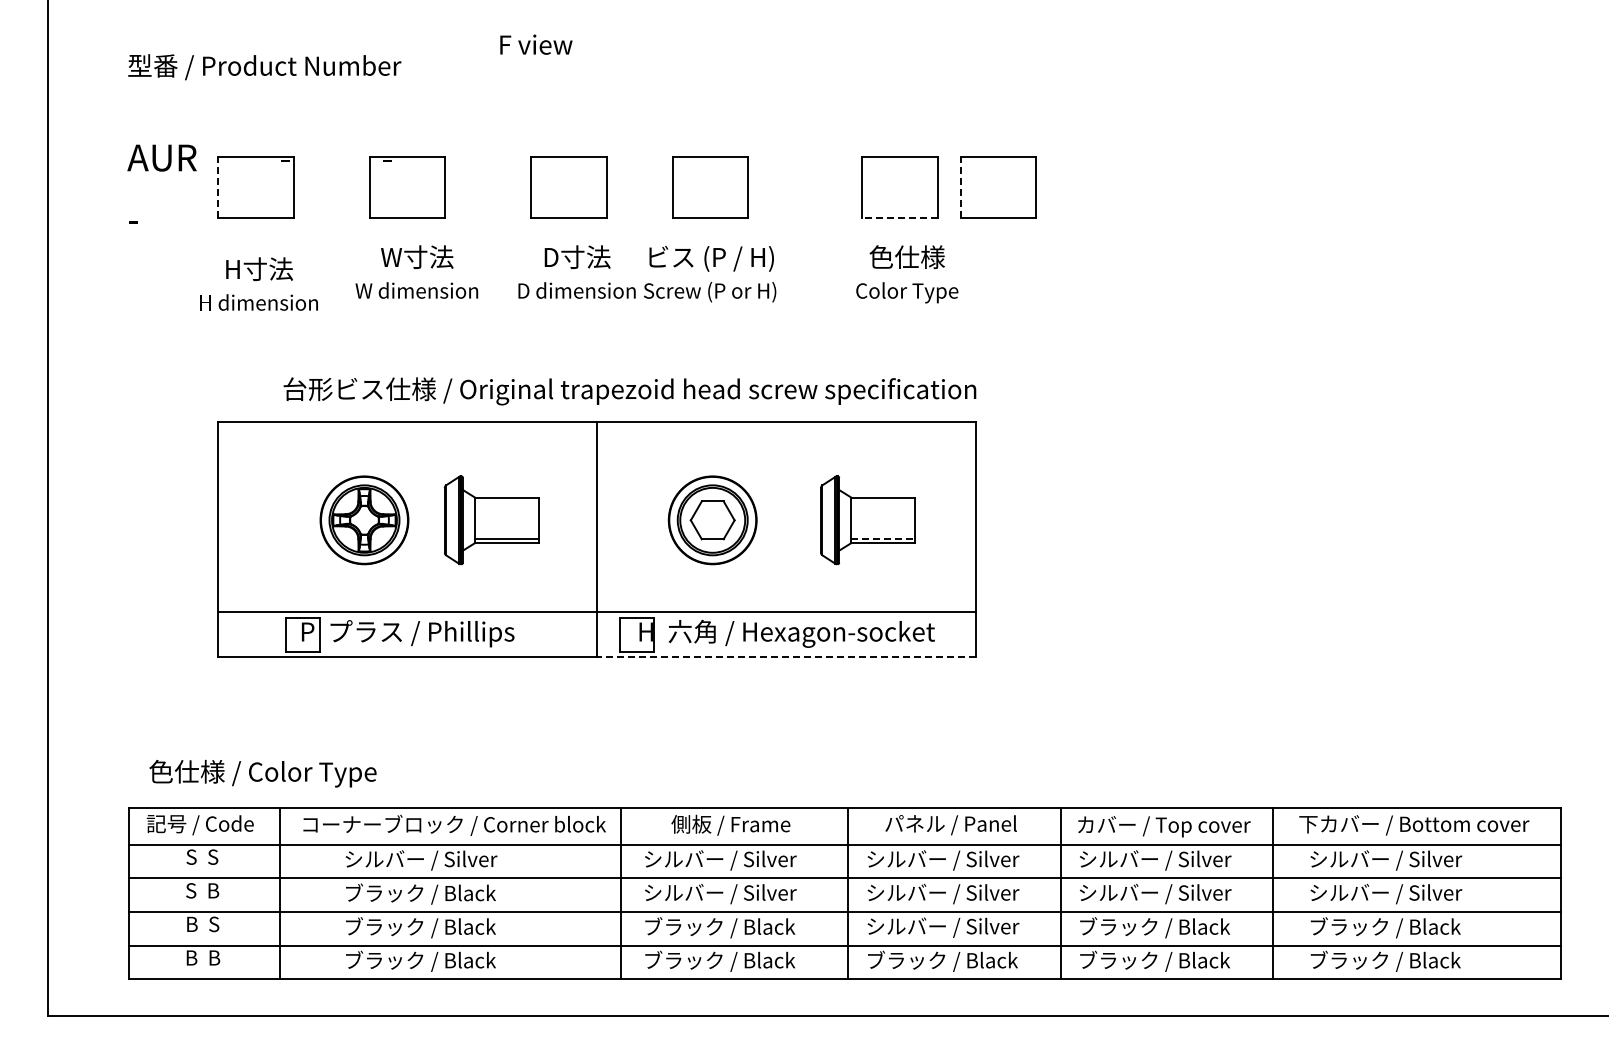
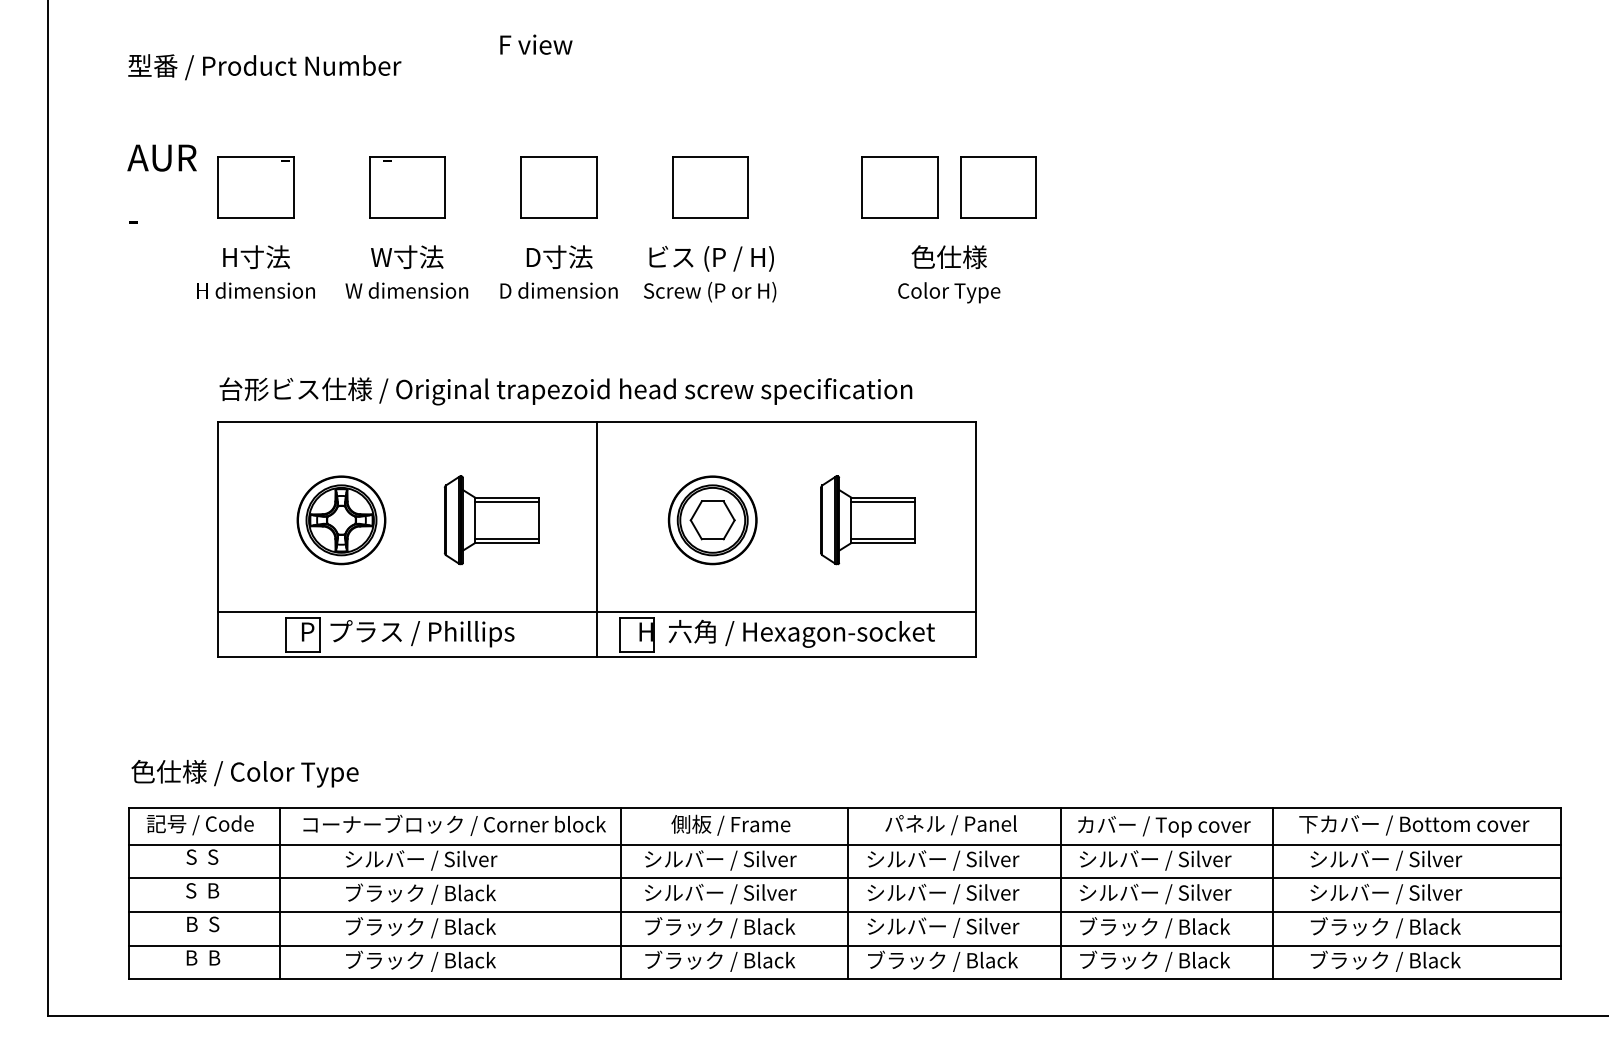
line at (217, 186): dashed -> solid
line at (960, 186): dashed -> solid
part at (568, 187) position: (568, 187) -> (558, 187)
line at (899, 217): dashed -> solid
text at (416, 271) position: (416, 271) -> (406, 271)
text at (576, 271) position: (576, 271) -> (558, 271)
text at (907, 274) position: (907, 274) -> (949, 274)
text at (258, 283) position: (258, 283) -> (255, 271)
text at (629, 391) position: (629, 391) -> (565, 391)
line at (506, 502): none -> present
line at (883, 502): none -> present
part at (364, 520) position: (364, 520) -> (341, 520)
line at (883, 538): dashed -> solid
line at (785, 657): dashed -> solid
text at (262, 773) position: (262, 773) -> (244, 773)
